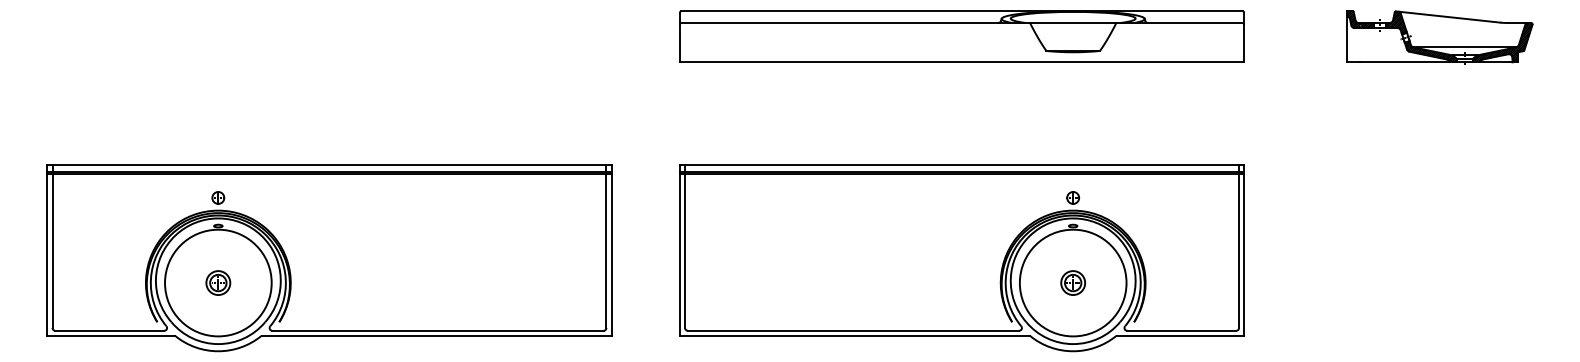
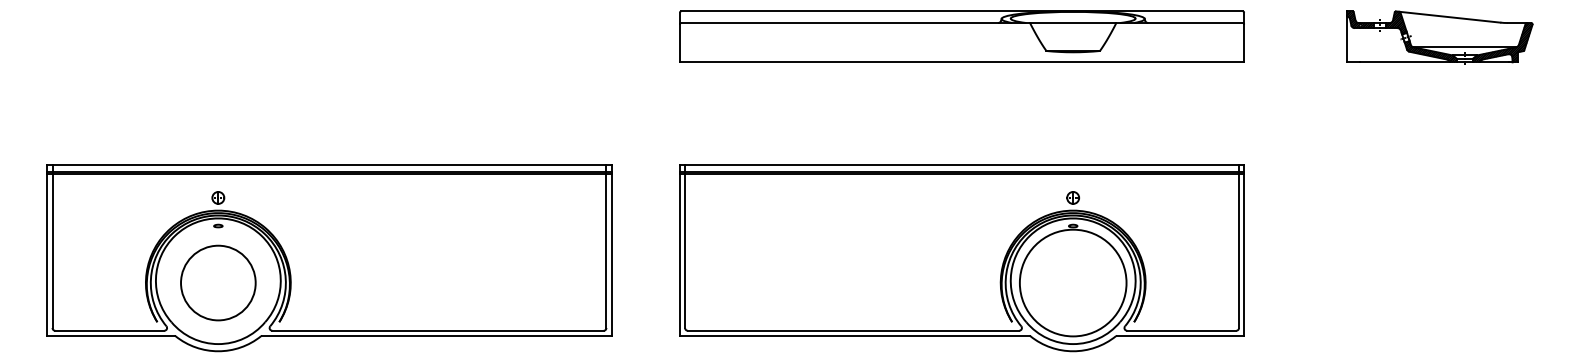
circle at (218, 282) diameter: 107 px -> 75 px
part at (218, 282): present -> none
part at (1072, 282): present -> none
